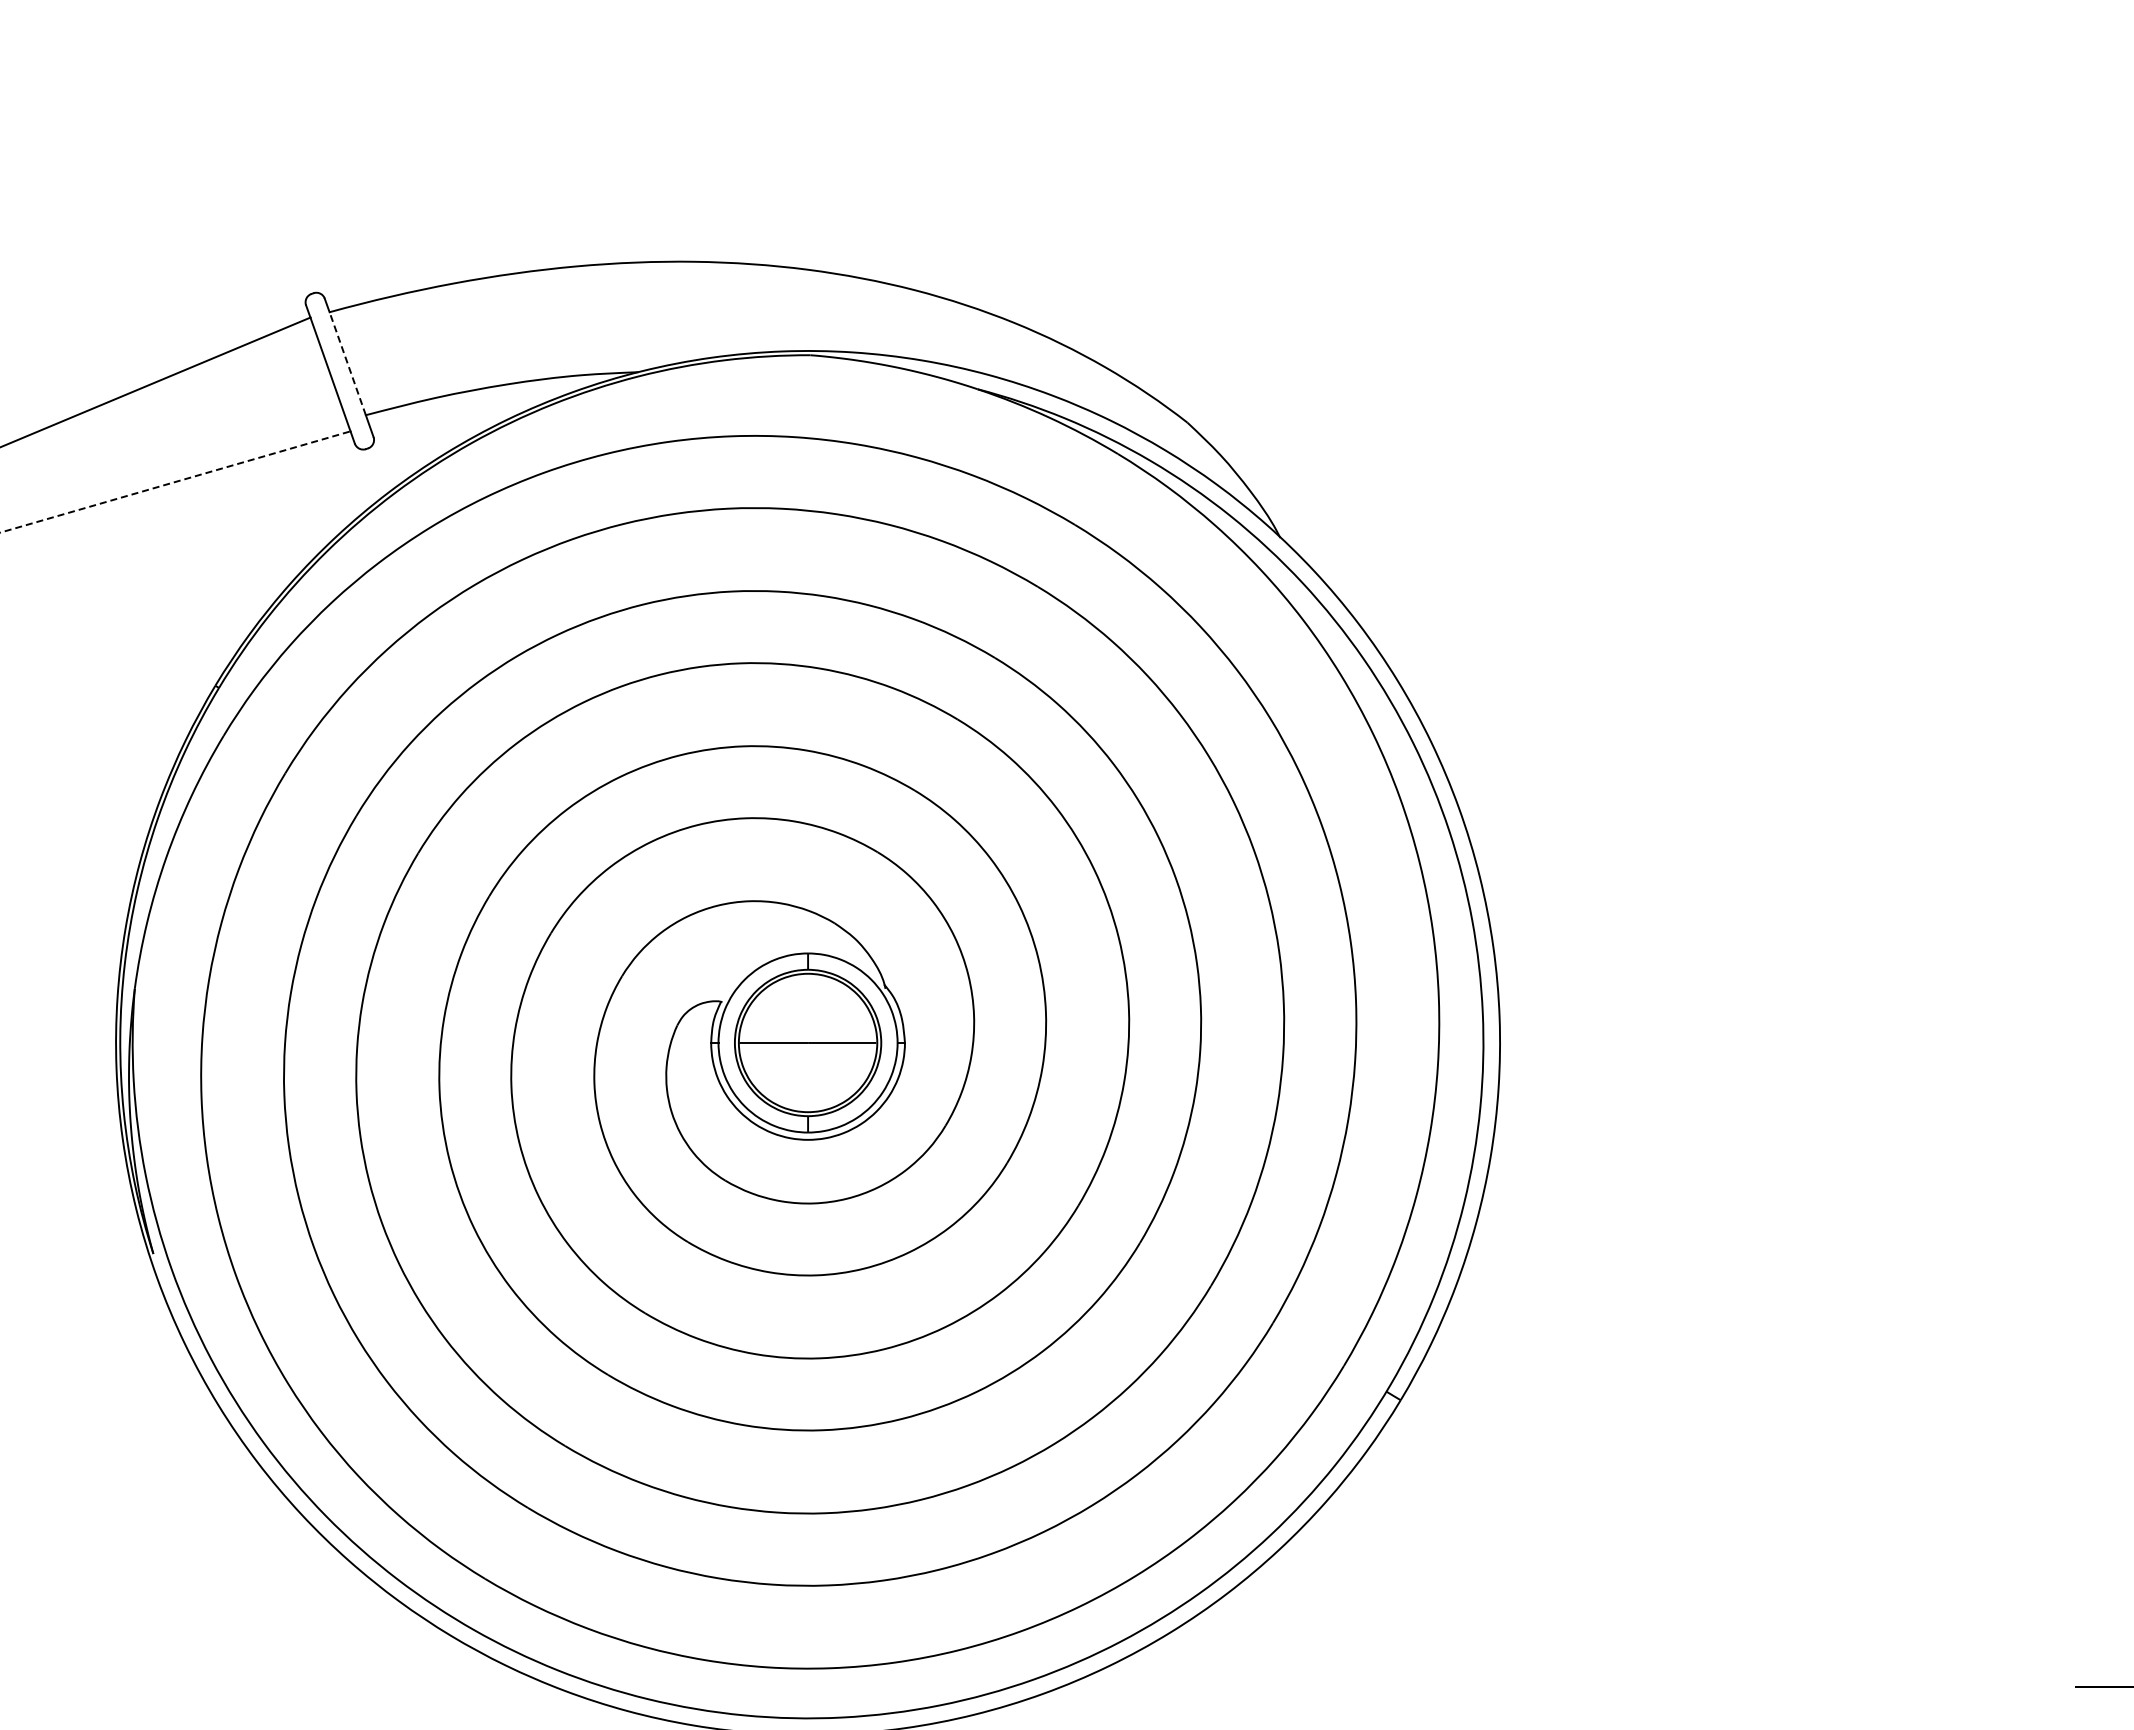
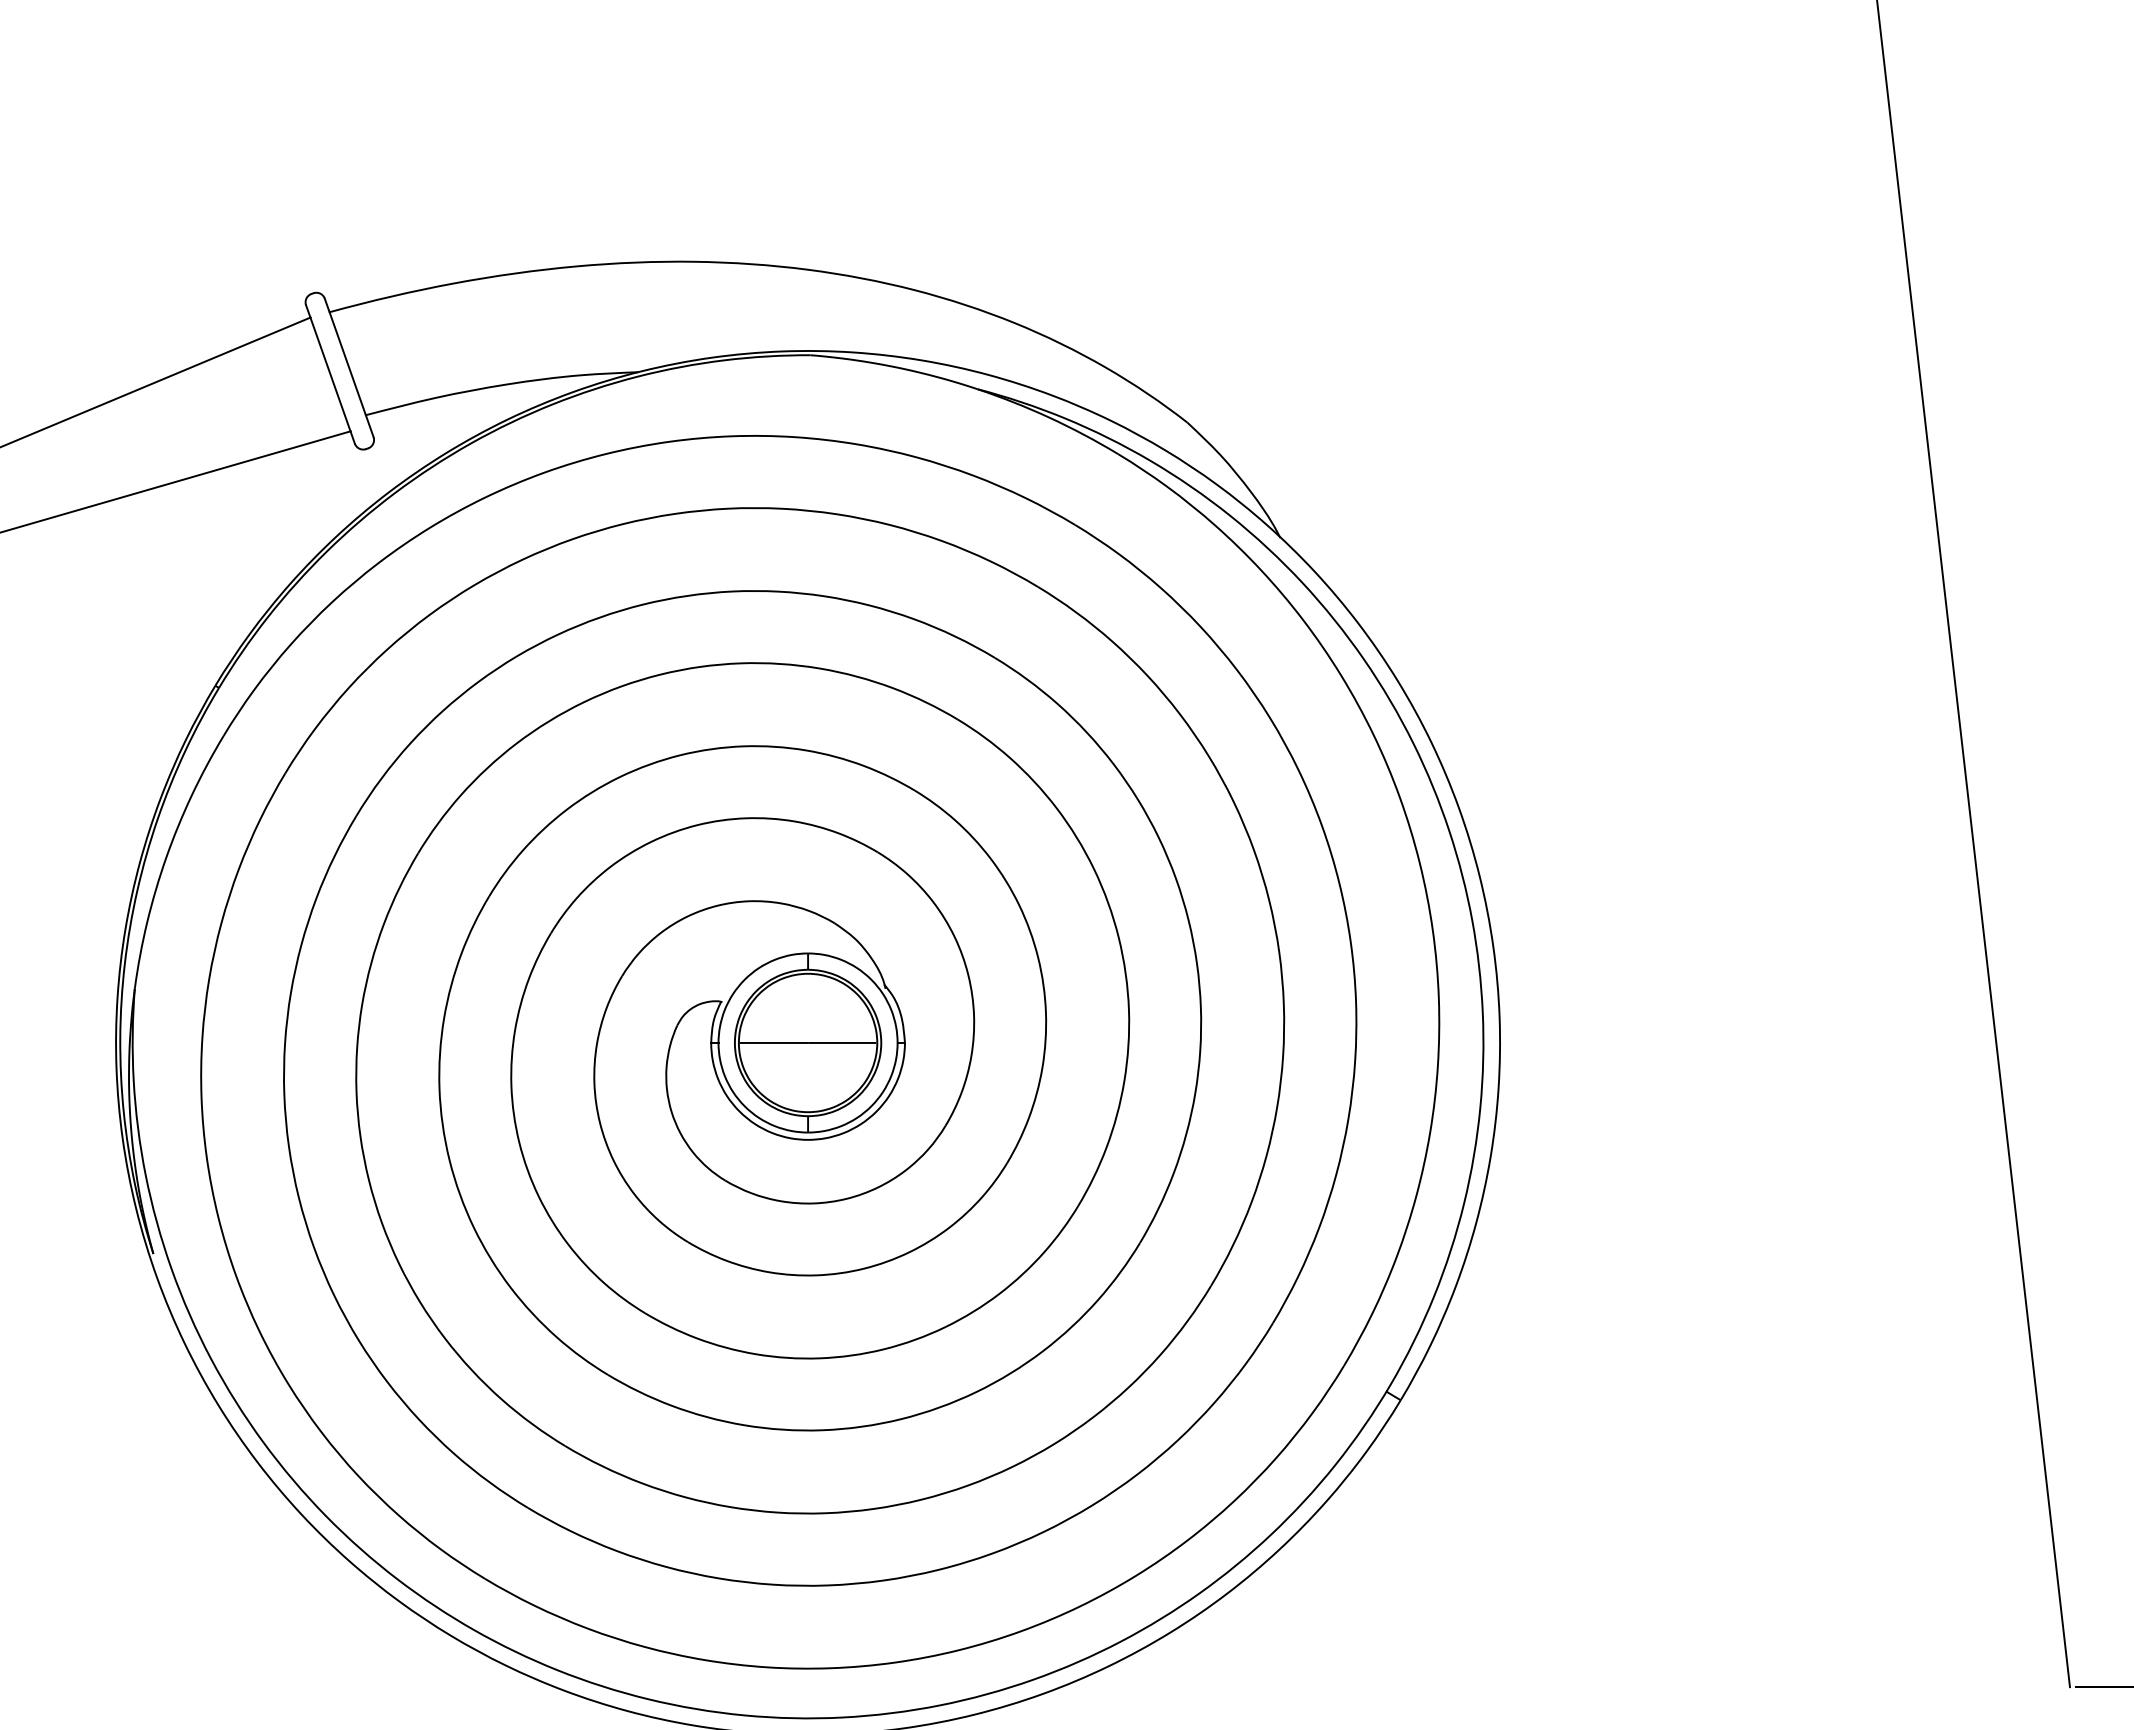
line at (347, 363): dashed -> solid
line at (175, 481): dashed -> solid
line at (1973, 844): none -> present
